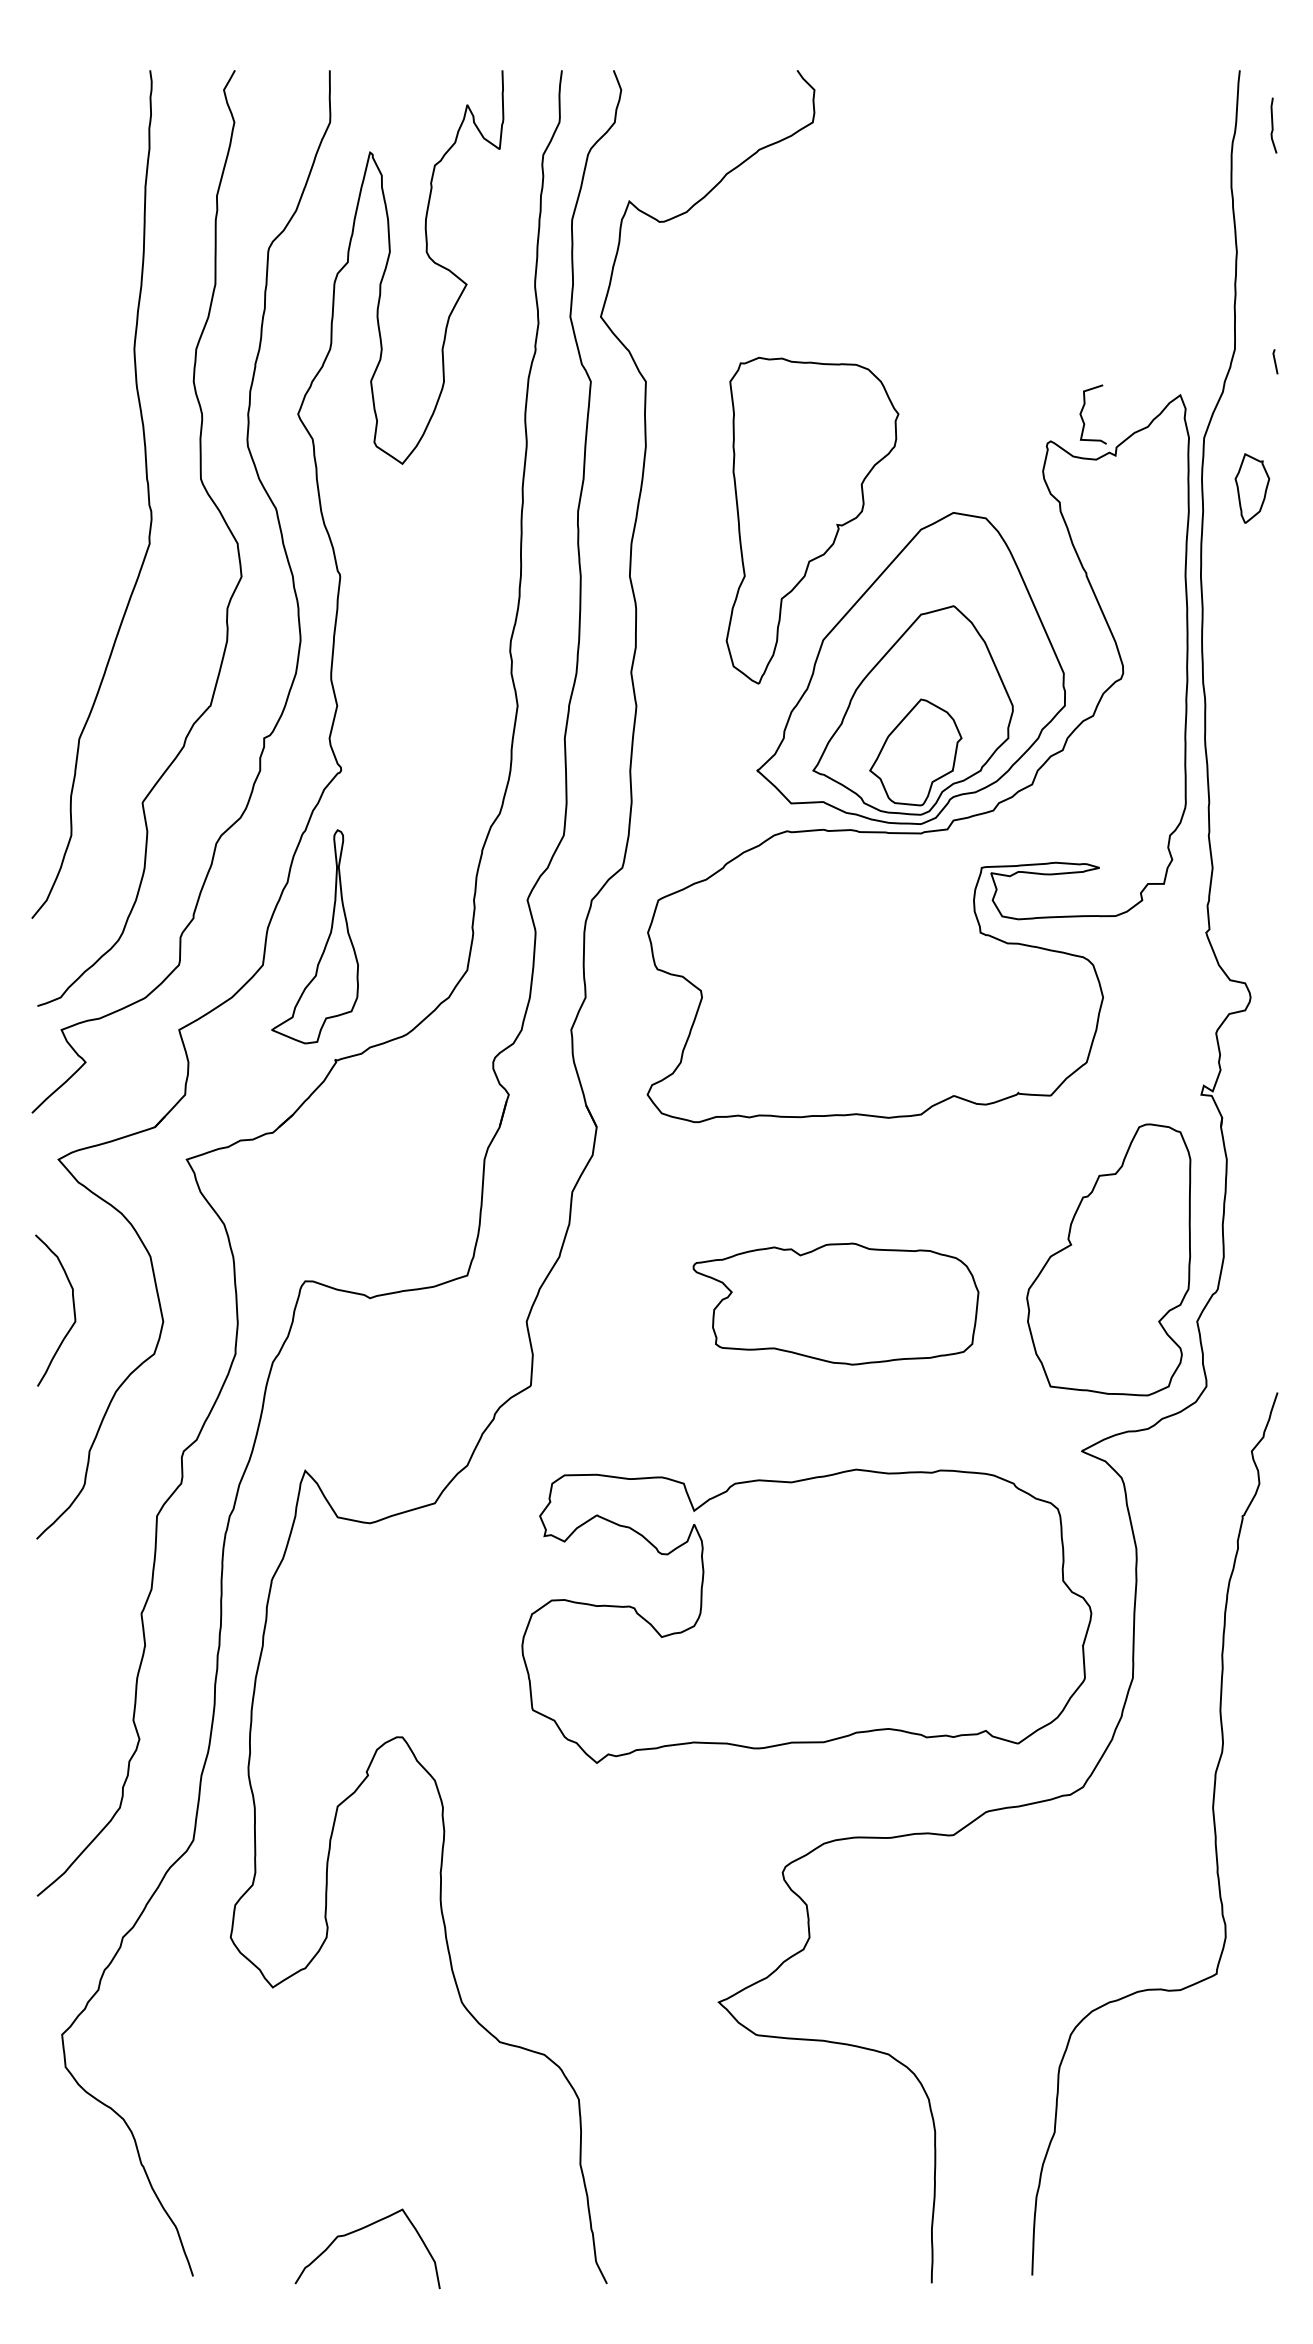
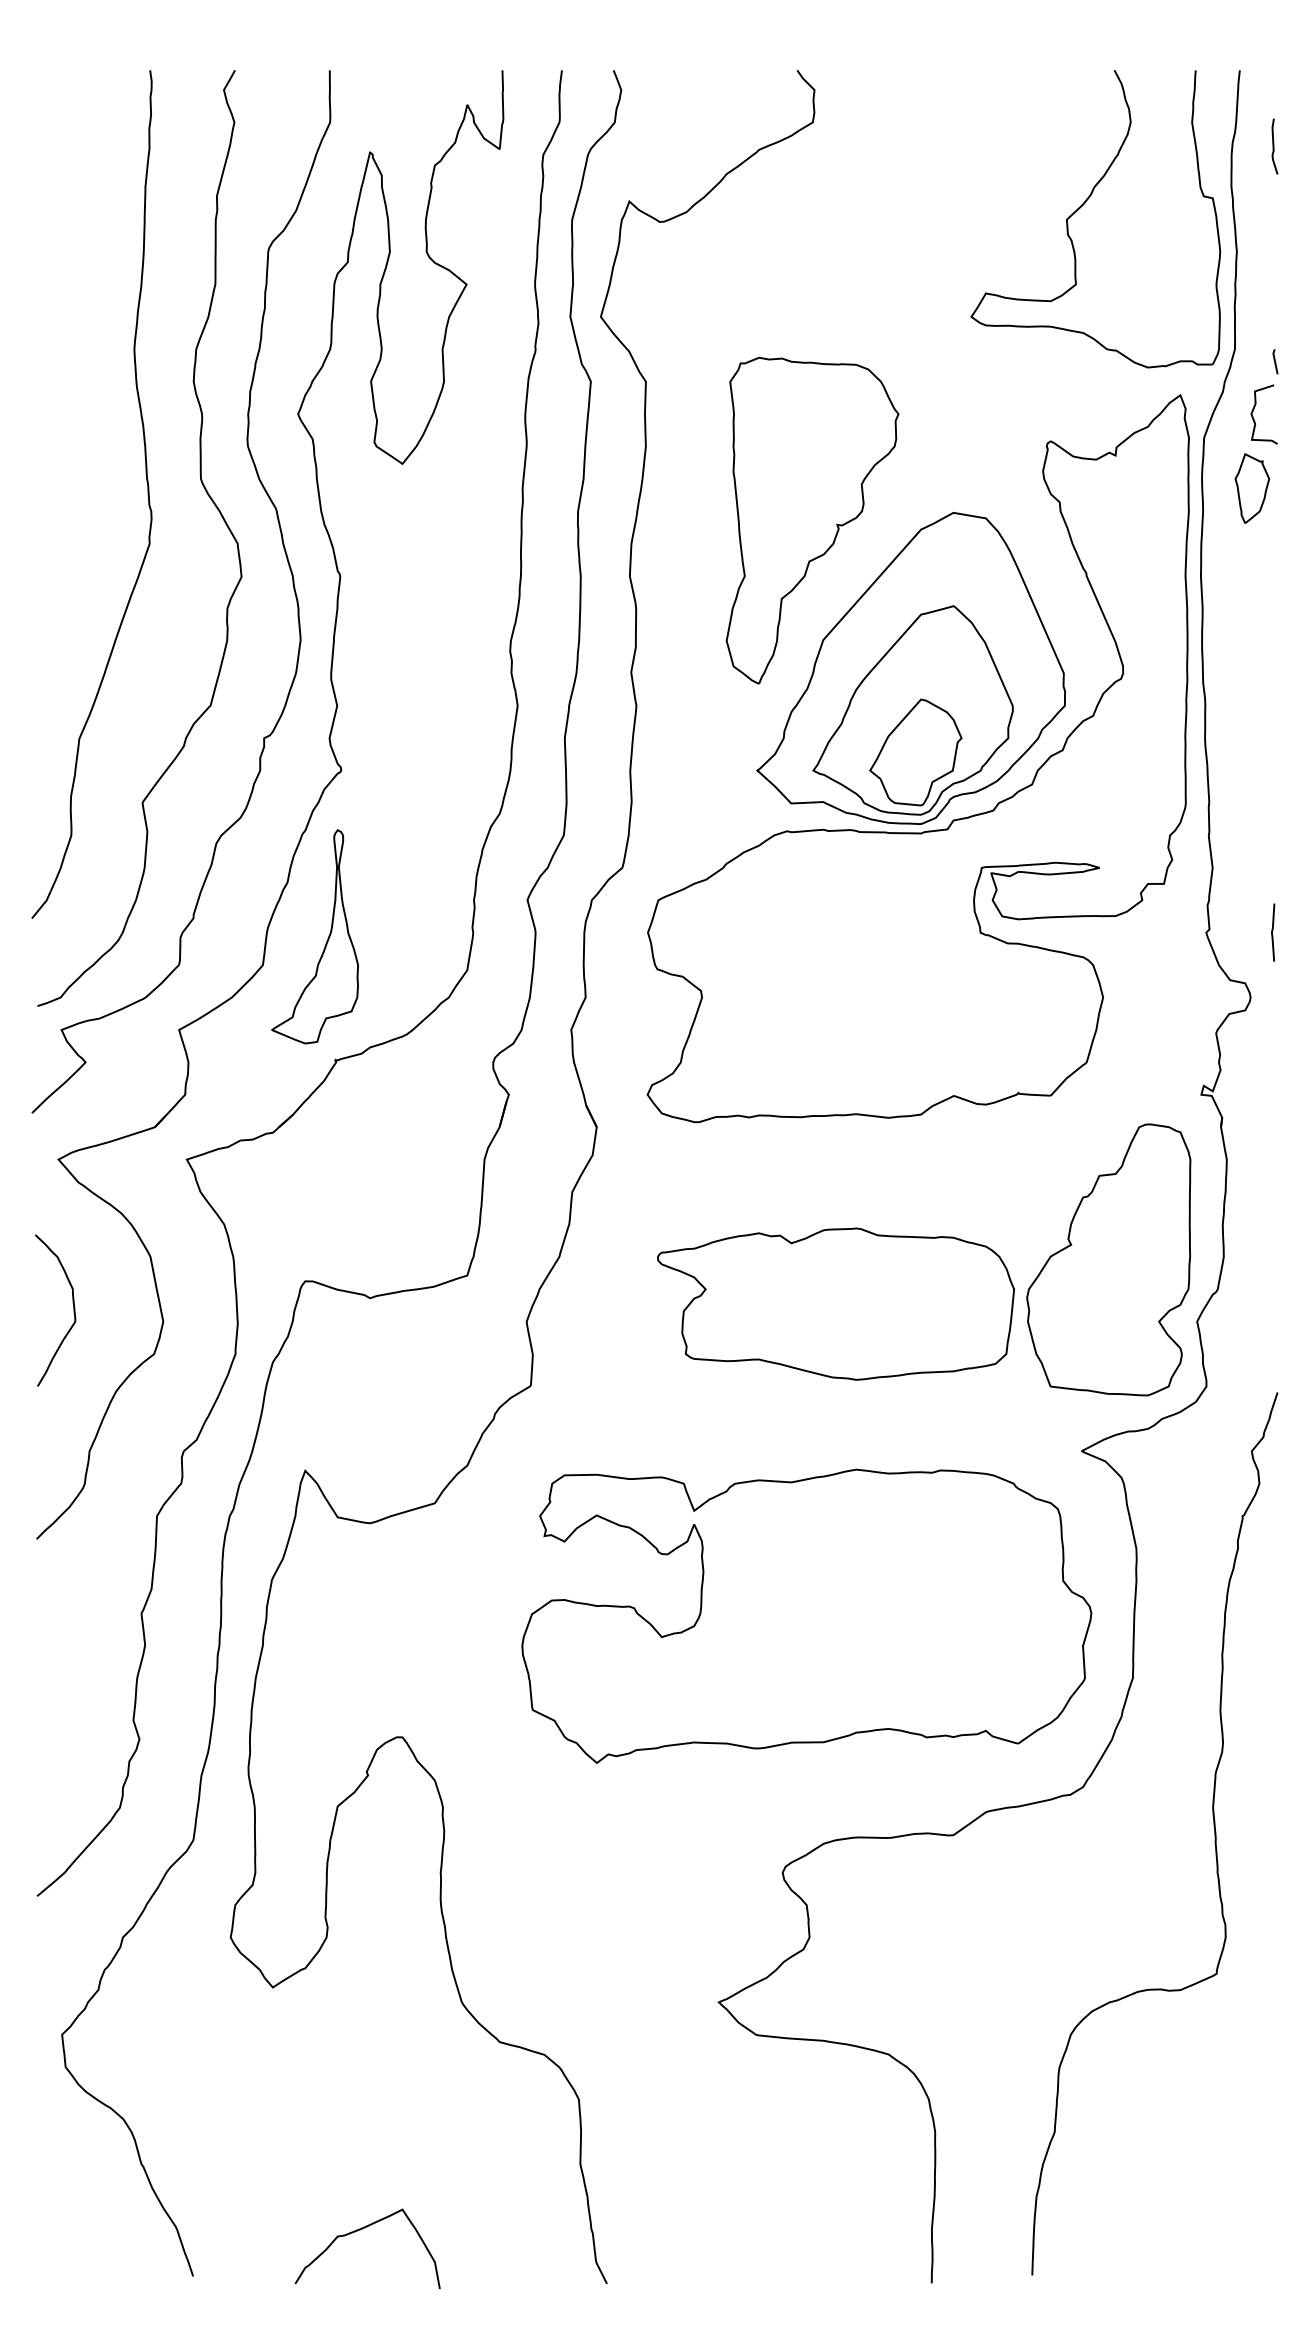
curve at (1273, 125) position: (1273, 125) -> (1274, 146)
part at (1082, 206): none -> present
curve at (1083, 418) position: (1083, 418) -> (1254, 418)
line at (1273, 931): none -> present
part at (835, 1303) size: 288x124 px -> 358x154 px
